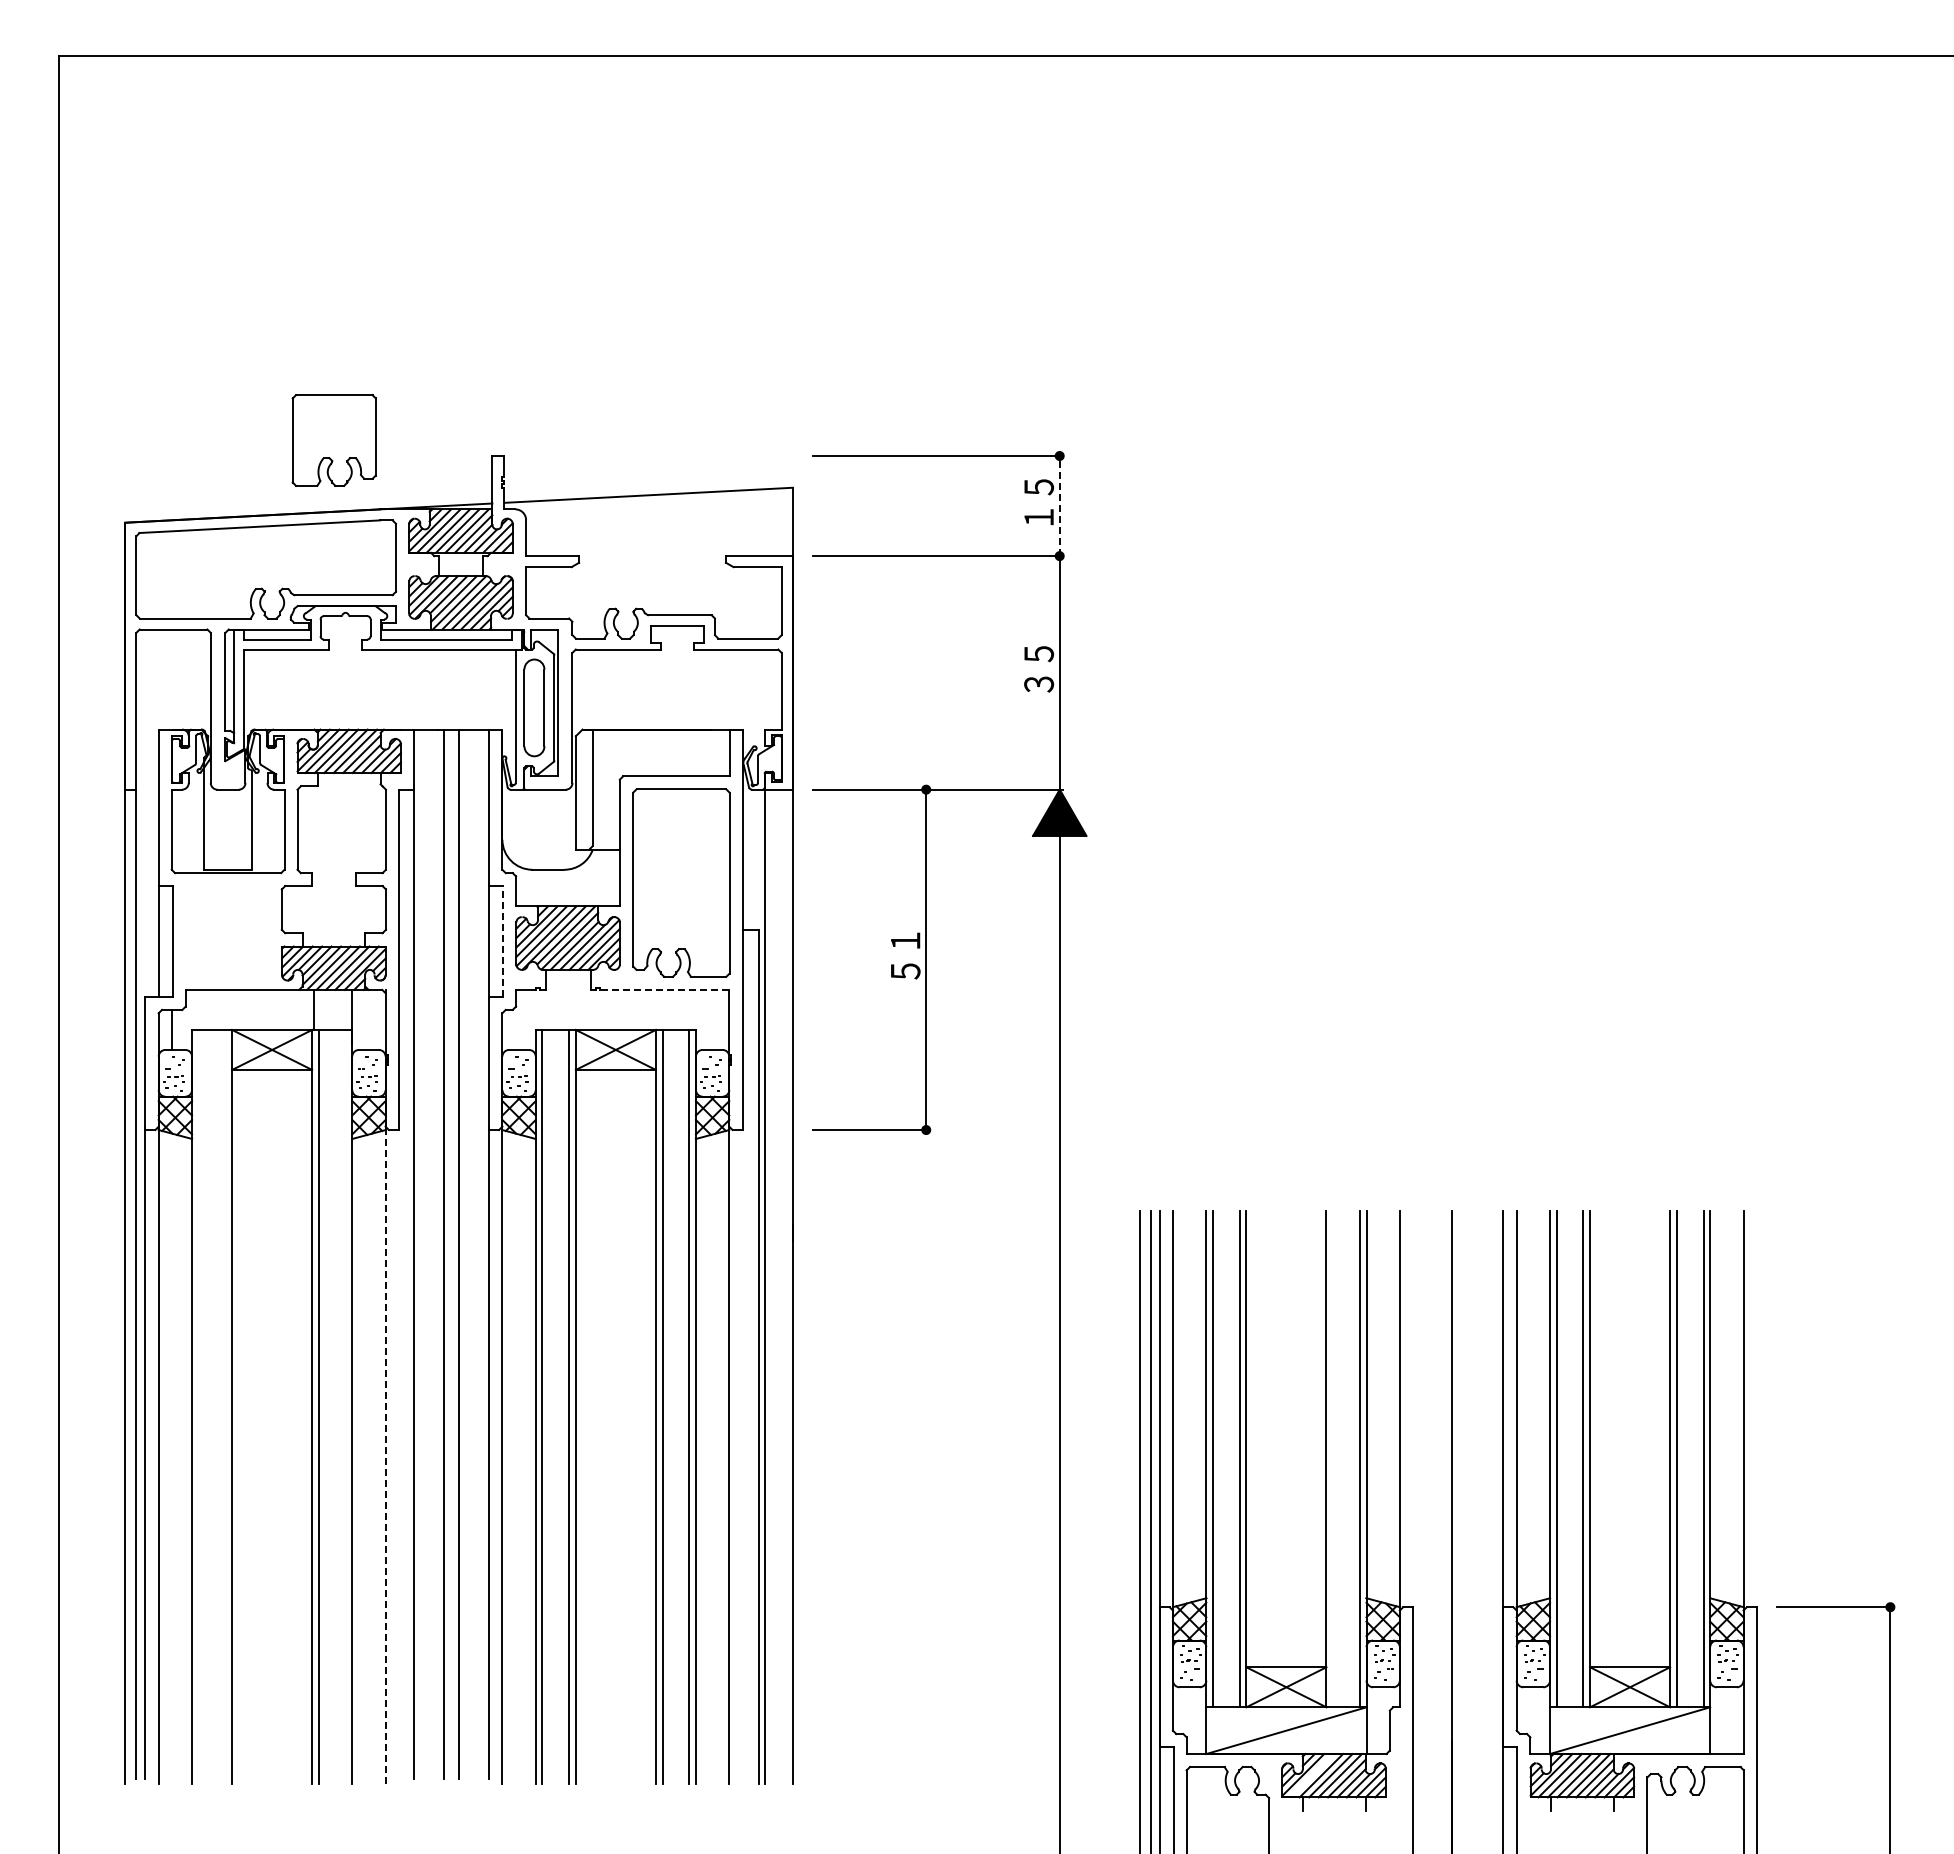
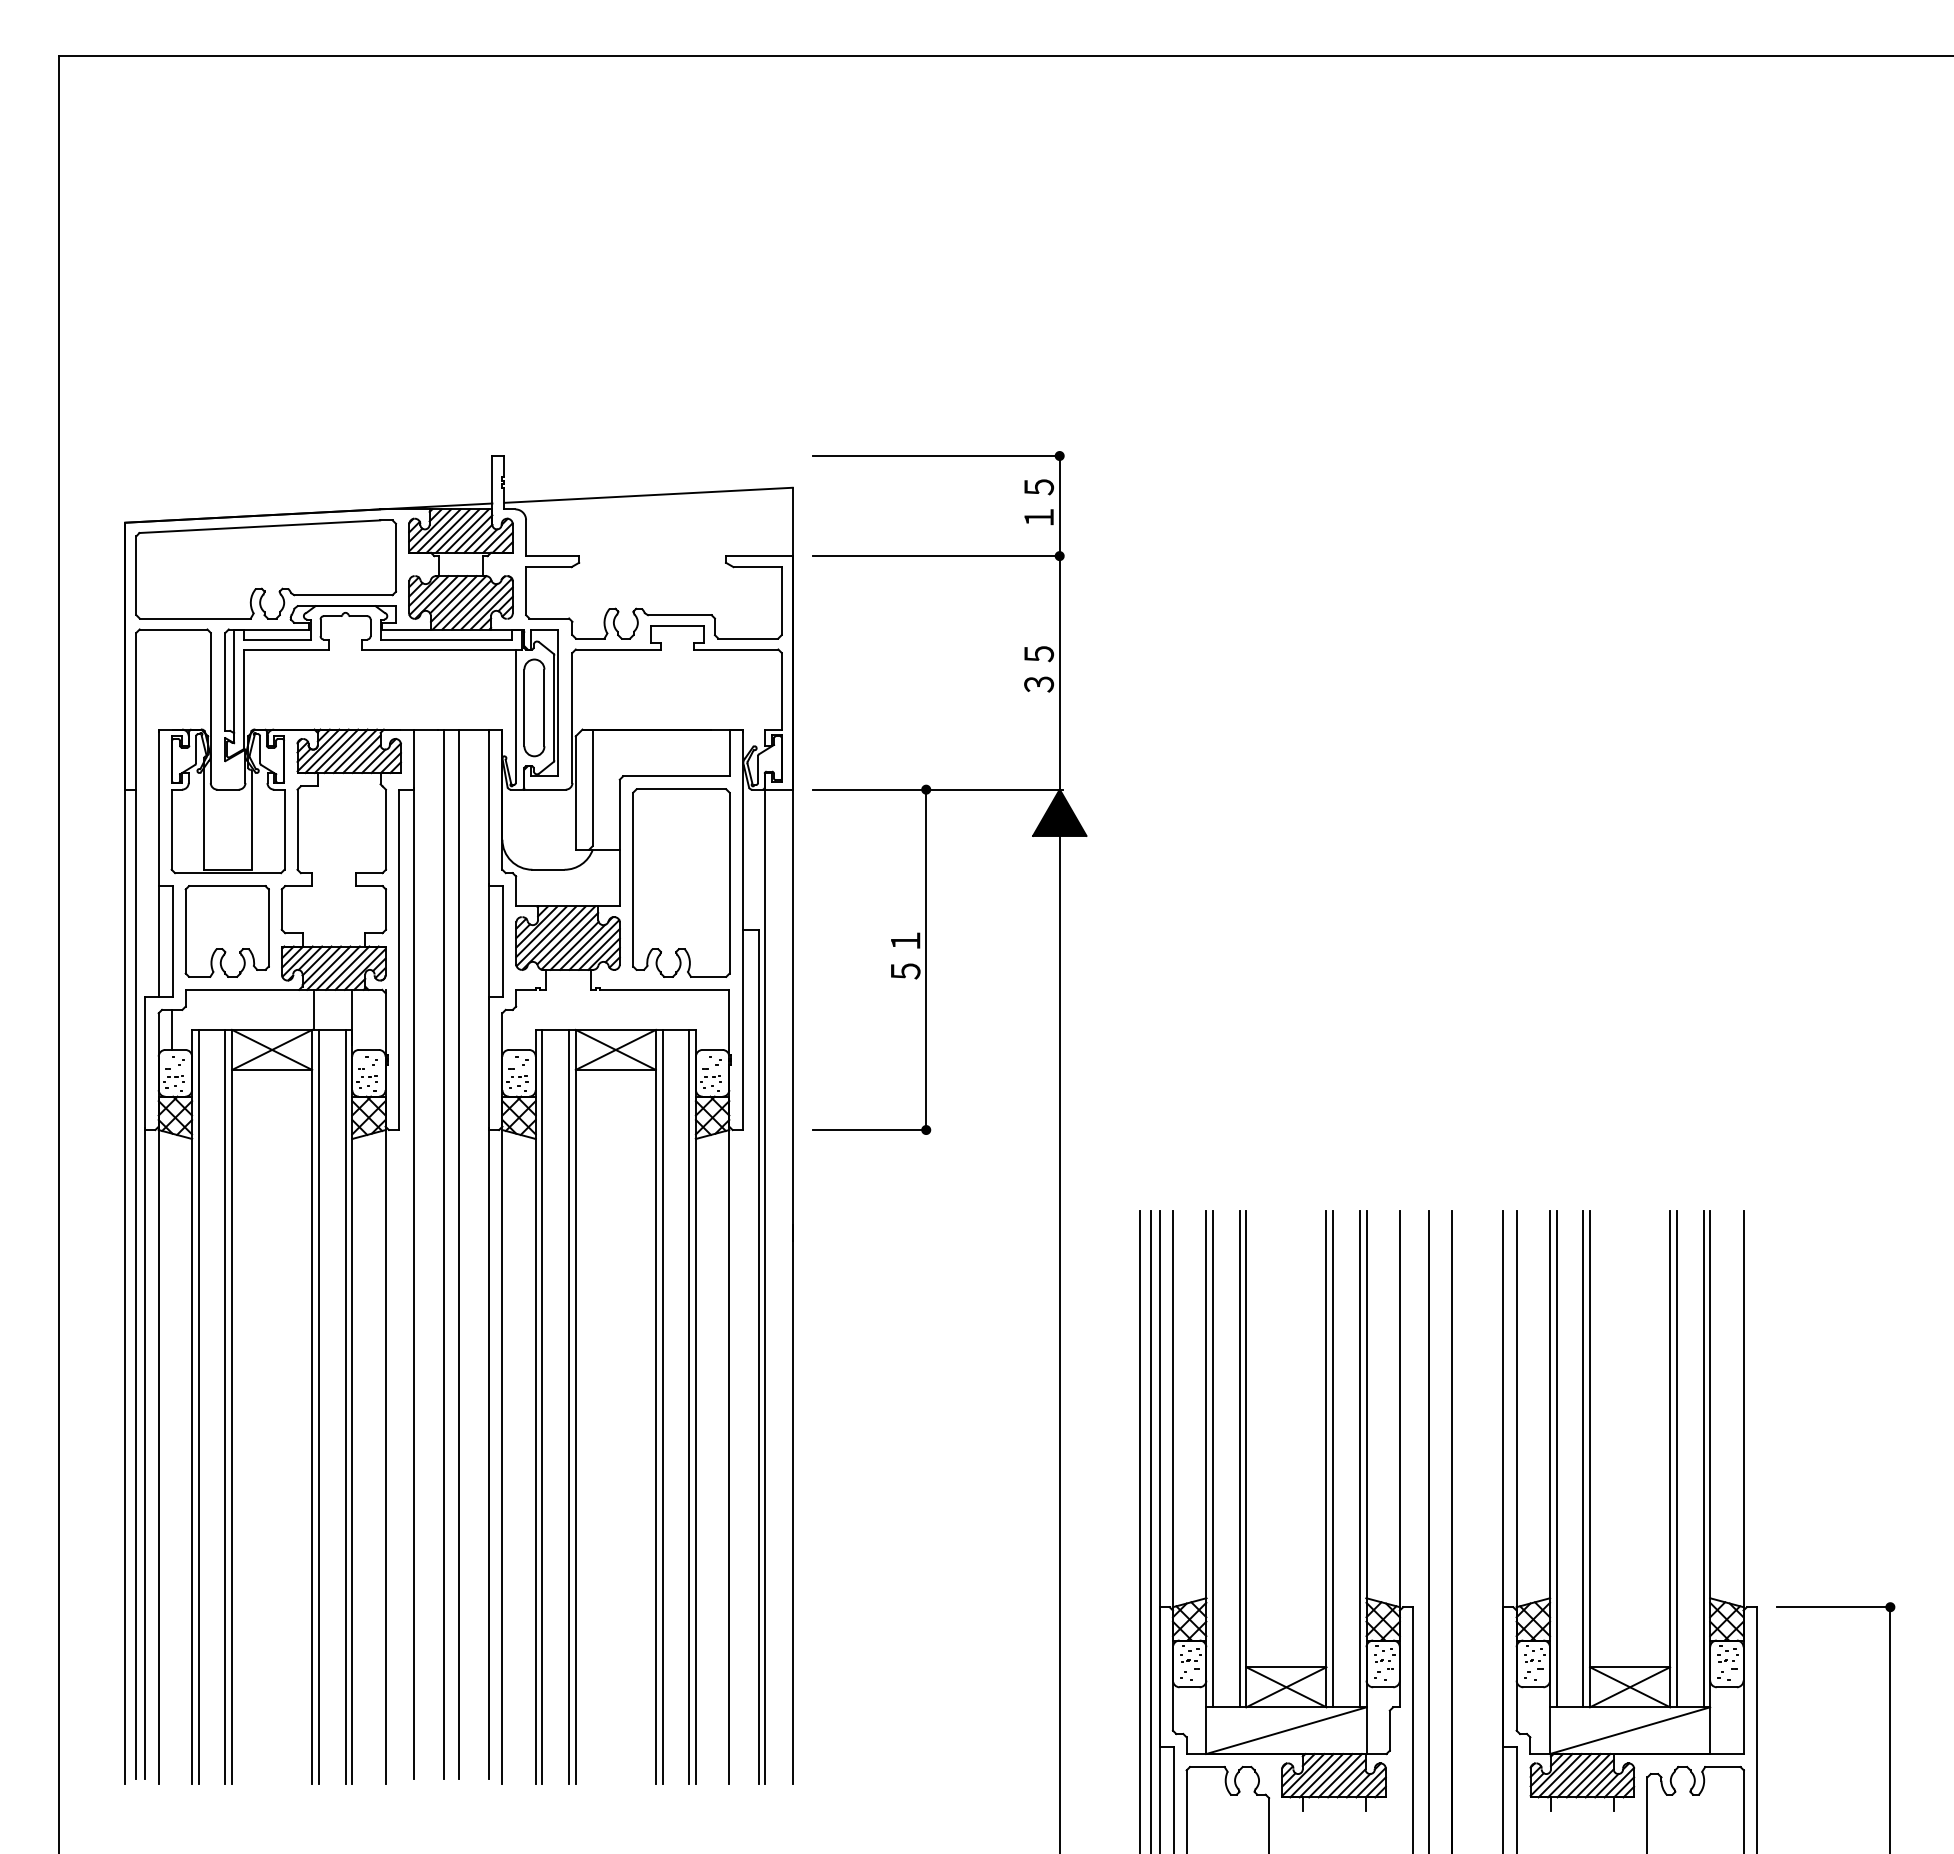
part at (333, 440) position: (333, 440) -> (226, 931)
line at (1059, 505): dashed -> solid
line at (503, 941): dashed -> solid
line at (664, 989): dashed -> solid
line at (198, 1406): none -> present
line at (225, 1406): none -> present
line at (345, 1406): none -> present
line at (385, 1455): dashed -> solid
line at (1333, 1459): none -> present
line at (1428, 1530): none -> present
line at (1311, 1775): none -> present
